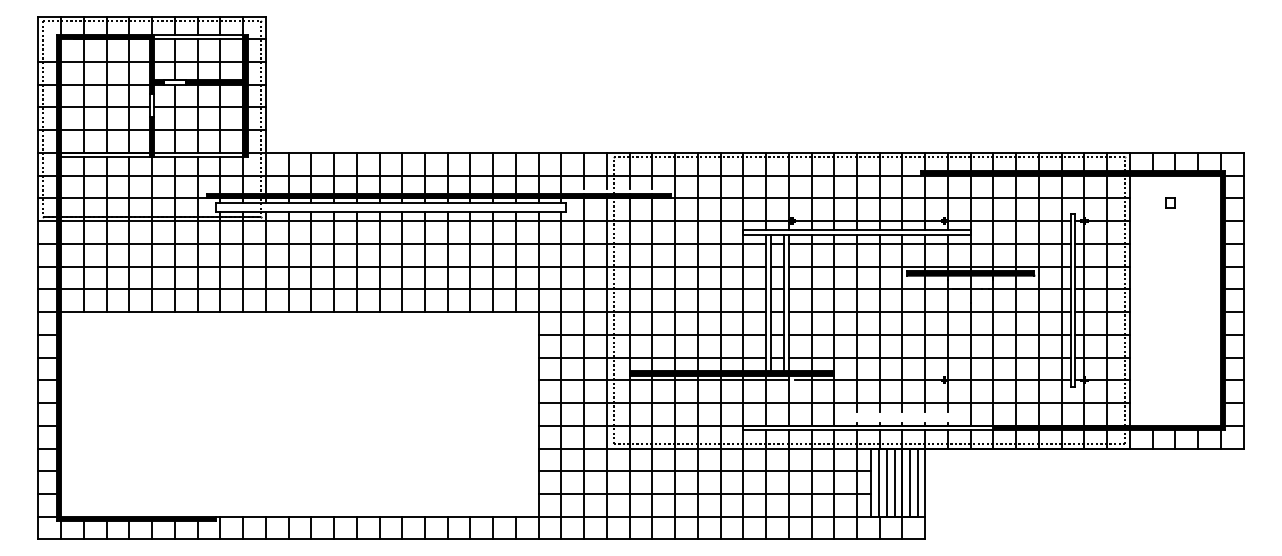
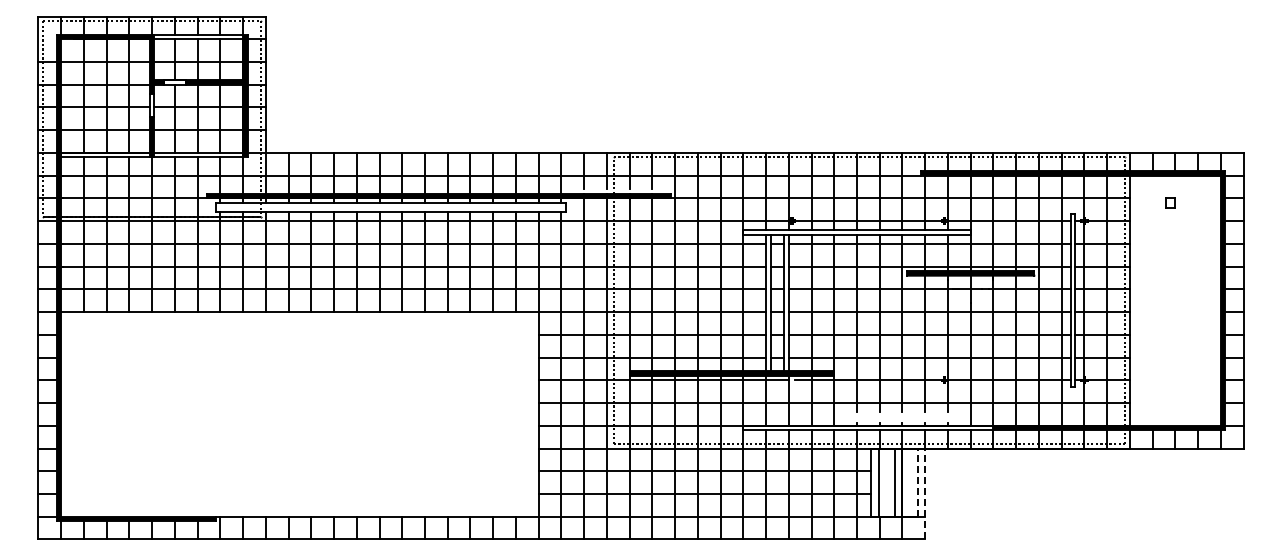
line at (886, 482): present -> none
line at (910, 482): present -> none
line at (918, 482): solid -> dashed
line at (925, 493): solid -> dashed
